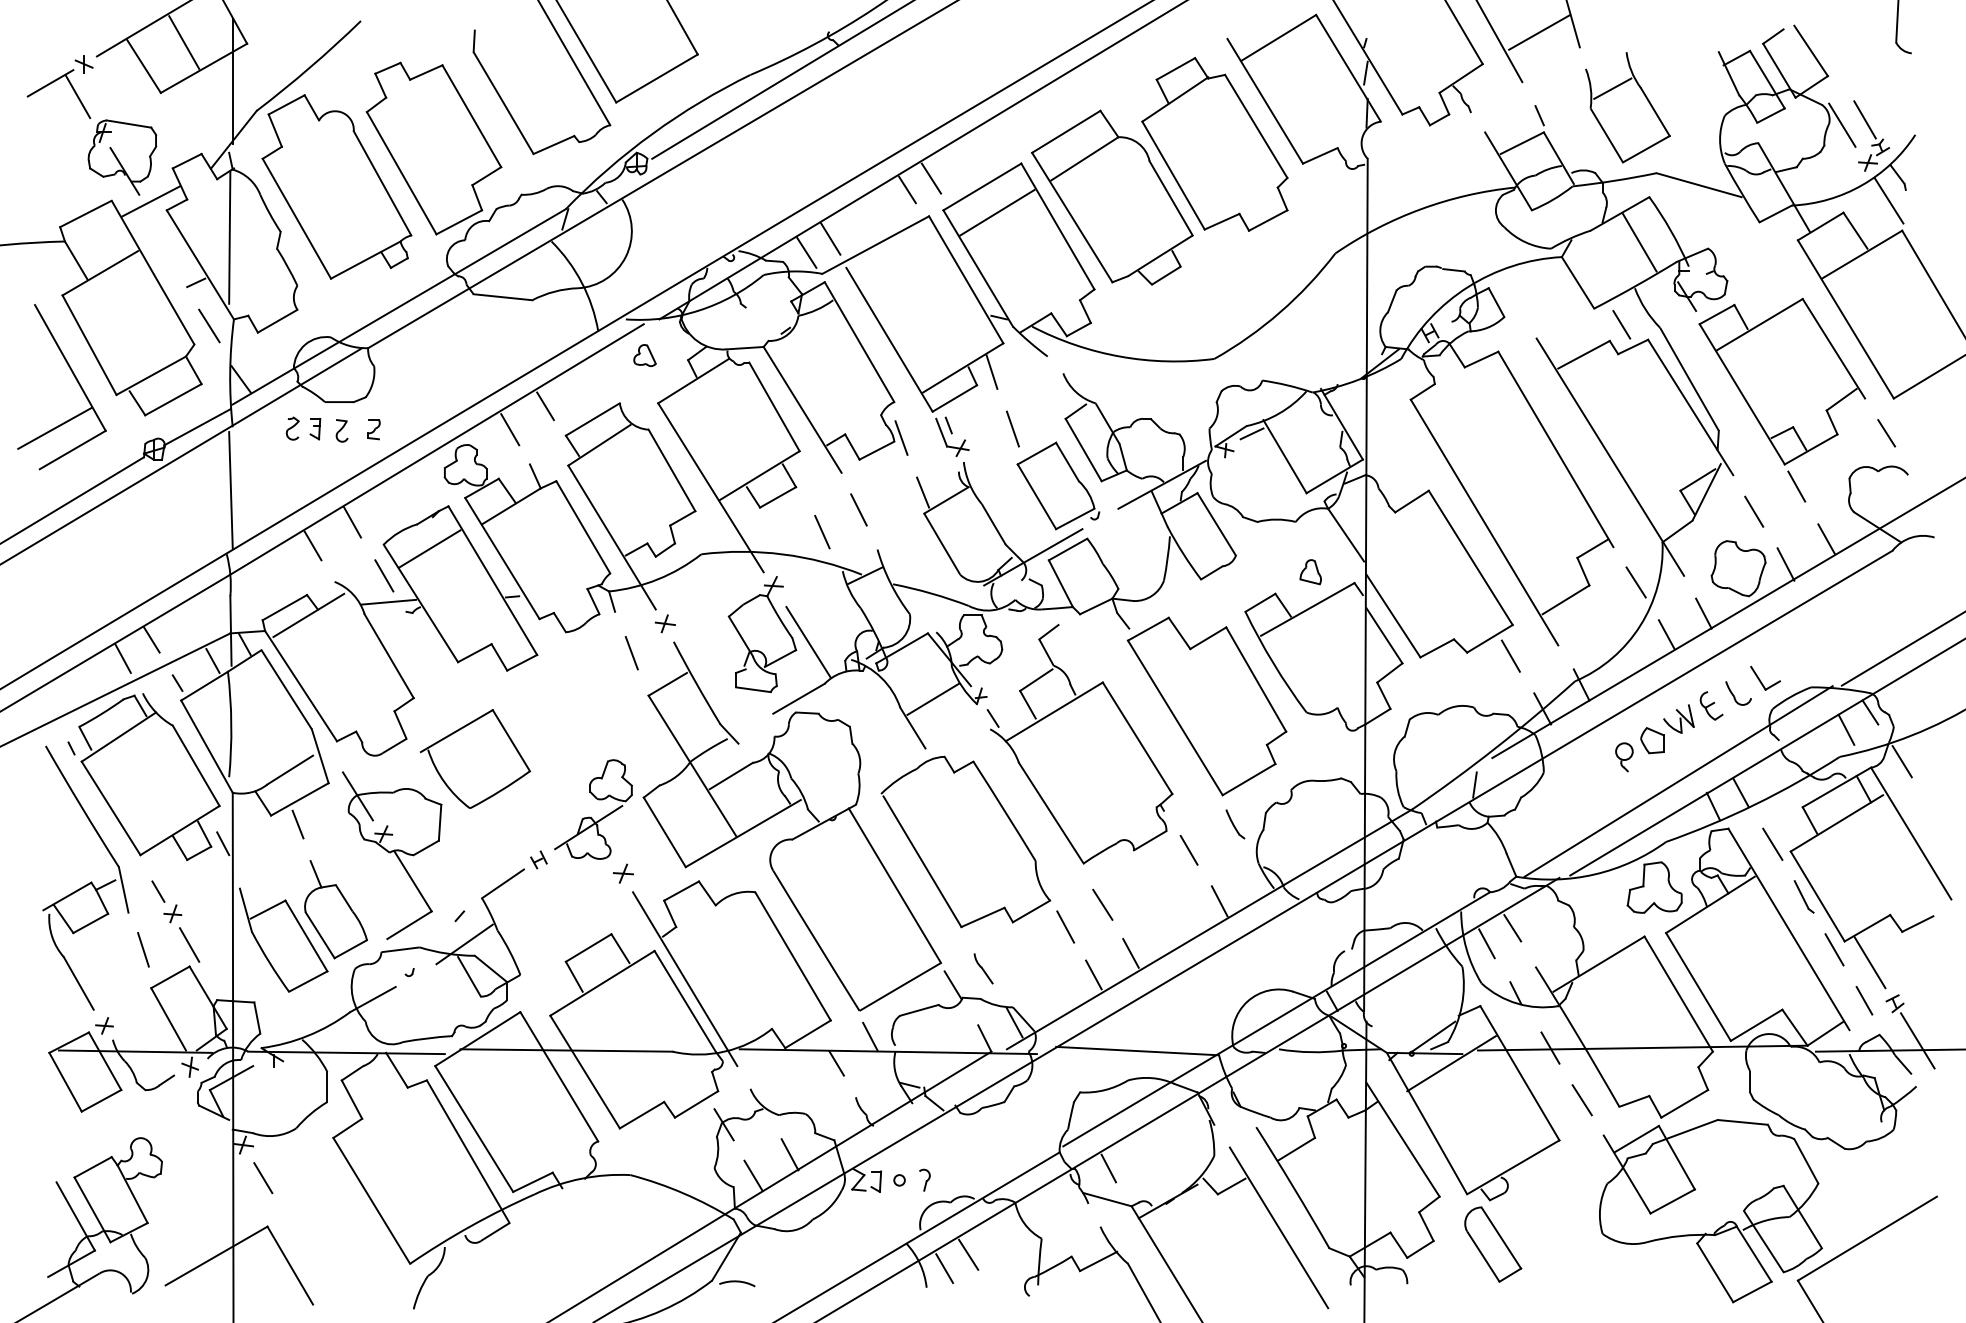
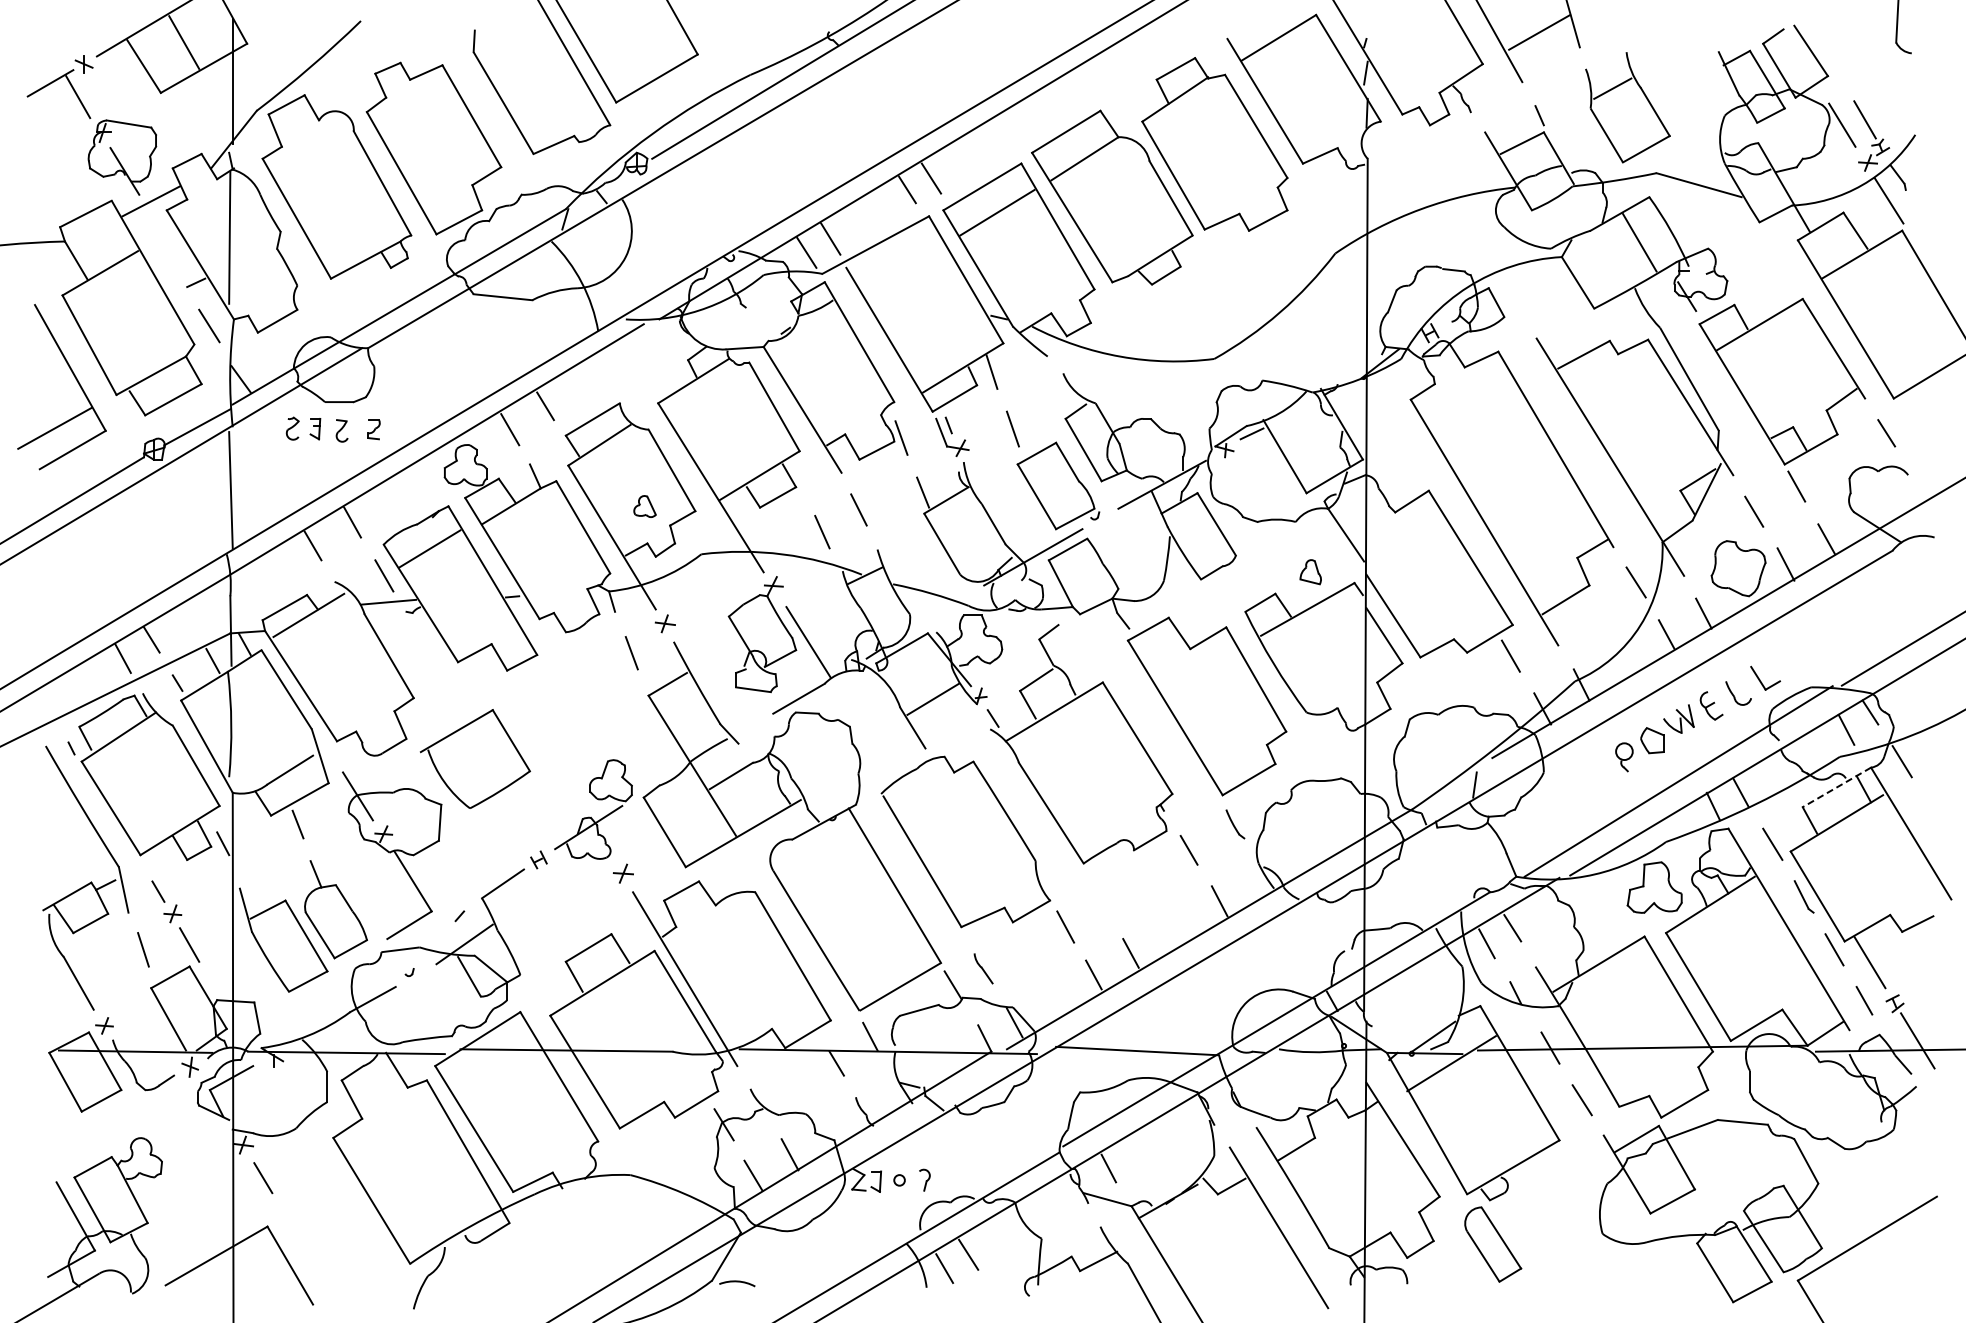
line at (1621, 324): present -> none
part at (644, 355) position: (644, 355) -> (644, 506)
line at (1836, 787): solid -> dashed
line at (1102, 904): present -> none
